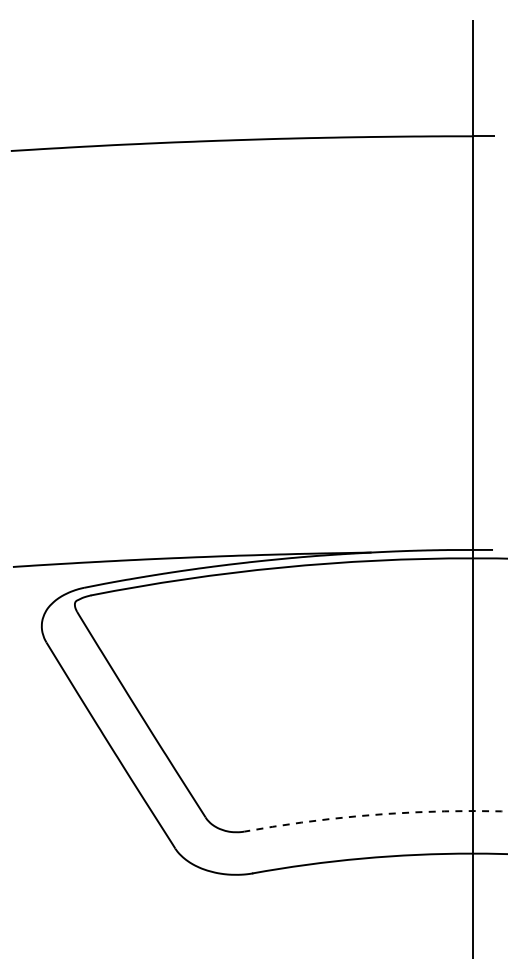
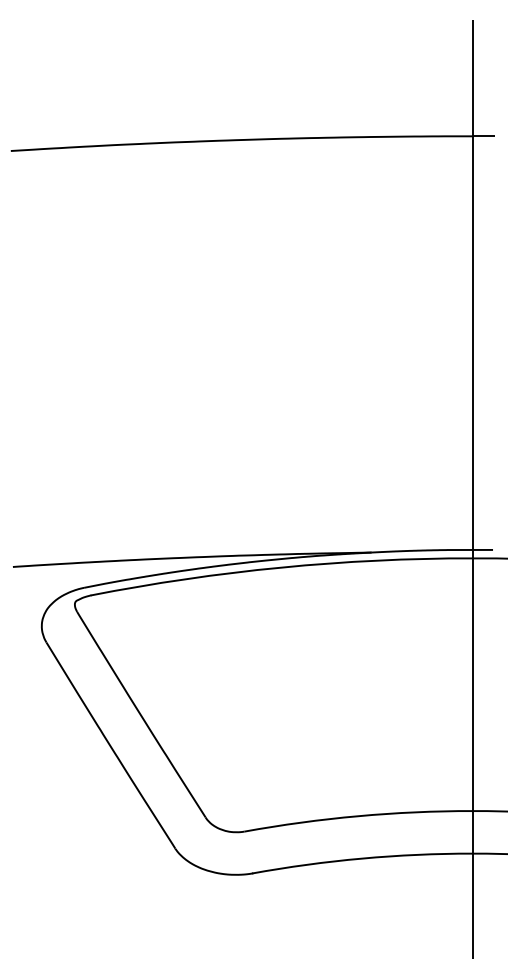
arc at (376, 814): dashed -> solid
